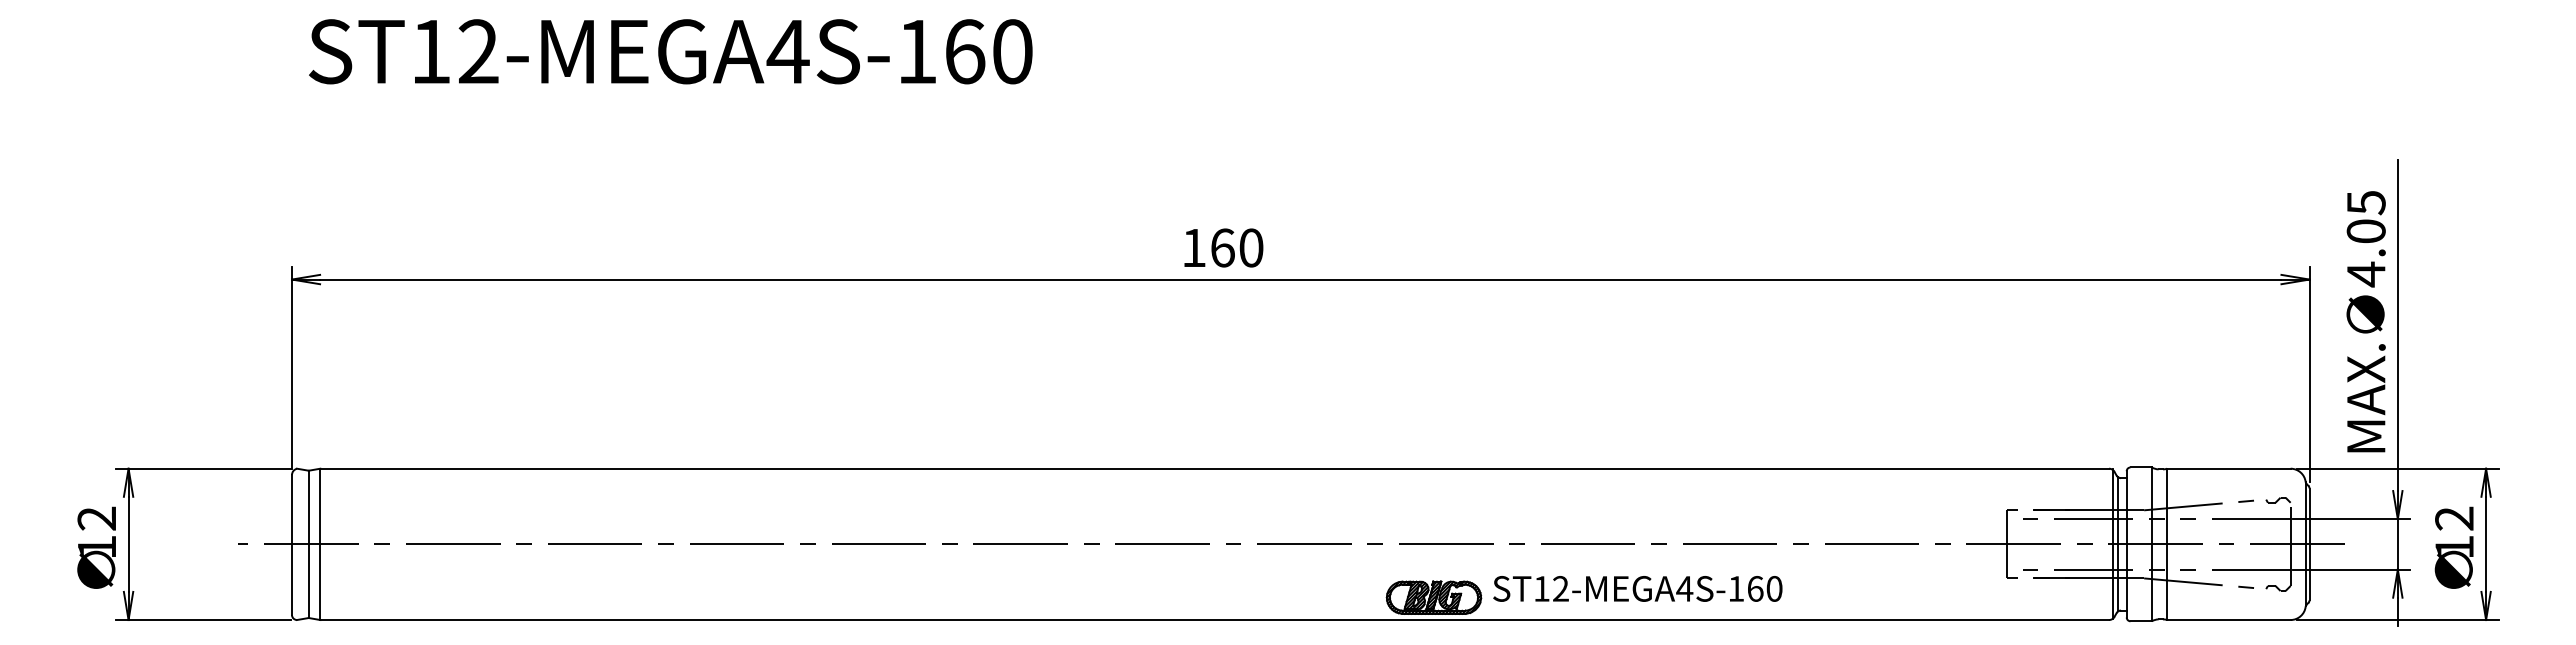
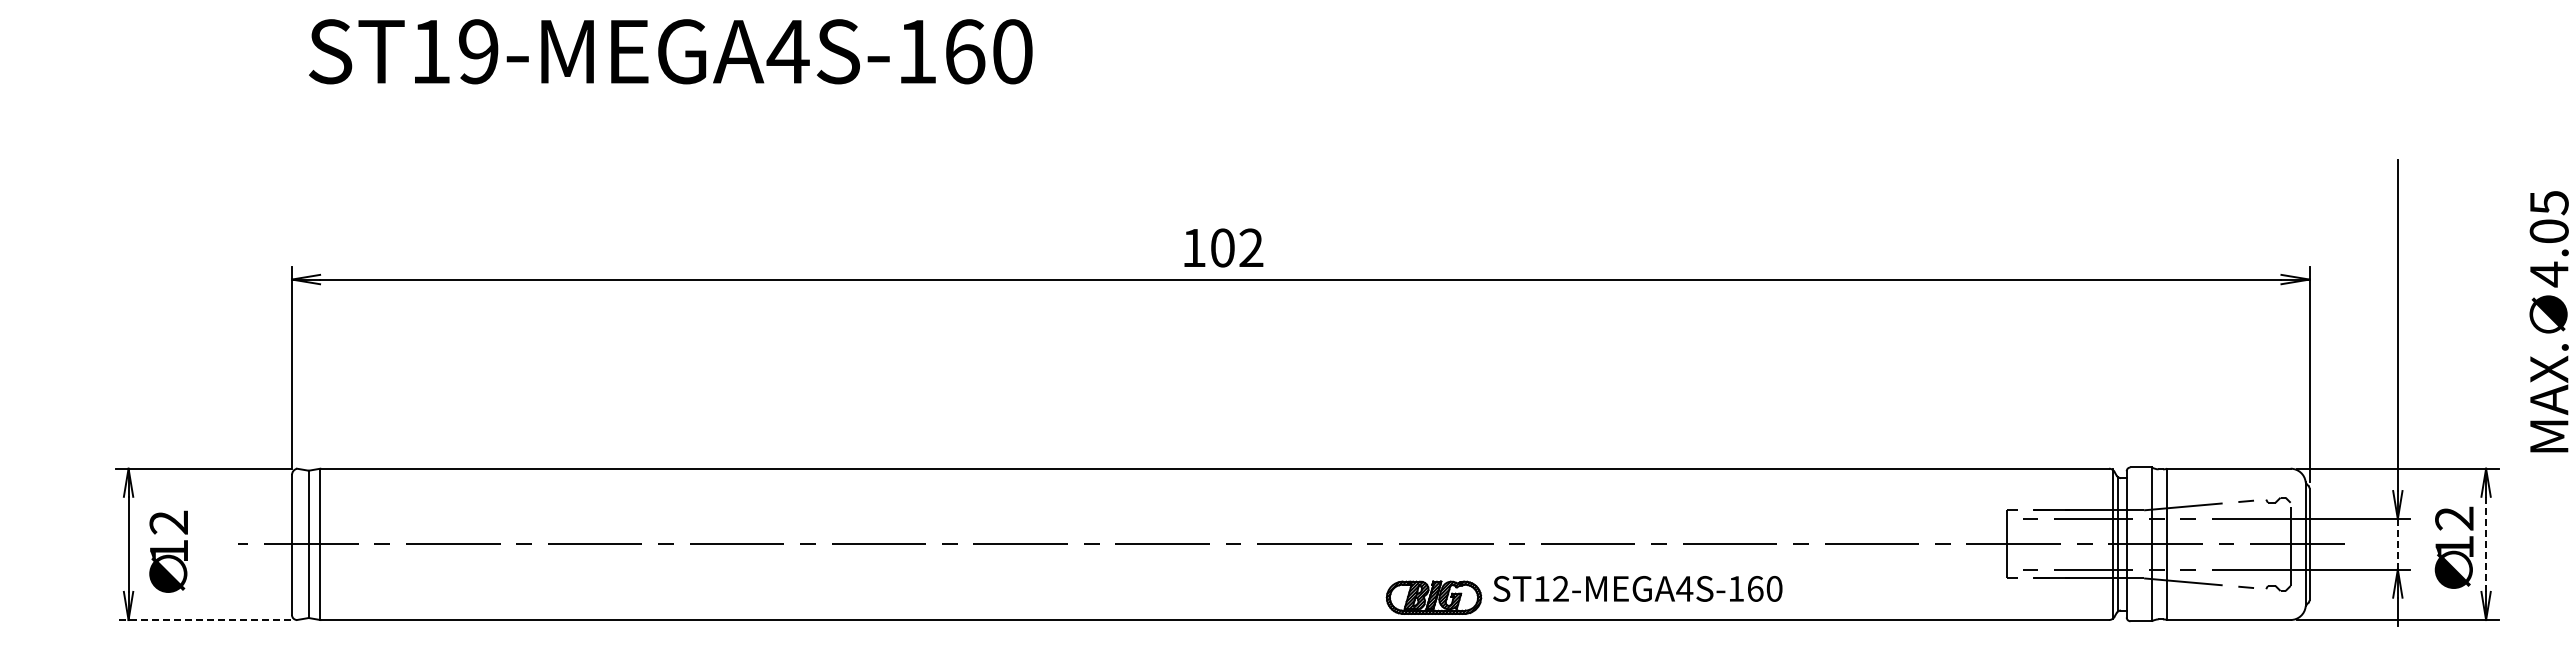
text at (478, 51): ST12-MEGA4S-160 -> ST19-MEGA4S-160
text at (1237, 247): 160 -> 102
text at (2365, 321) position: (2365, 321) -> (2548, 321)
line at (2397, 543): solid -> dashed
line at (2486, 544): solid -> dashed
text at (96, 547) position: (96, 547) -> (168, 551)
line at (202, 620): solid -> dashed
